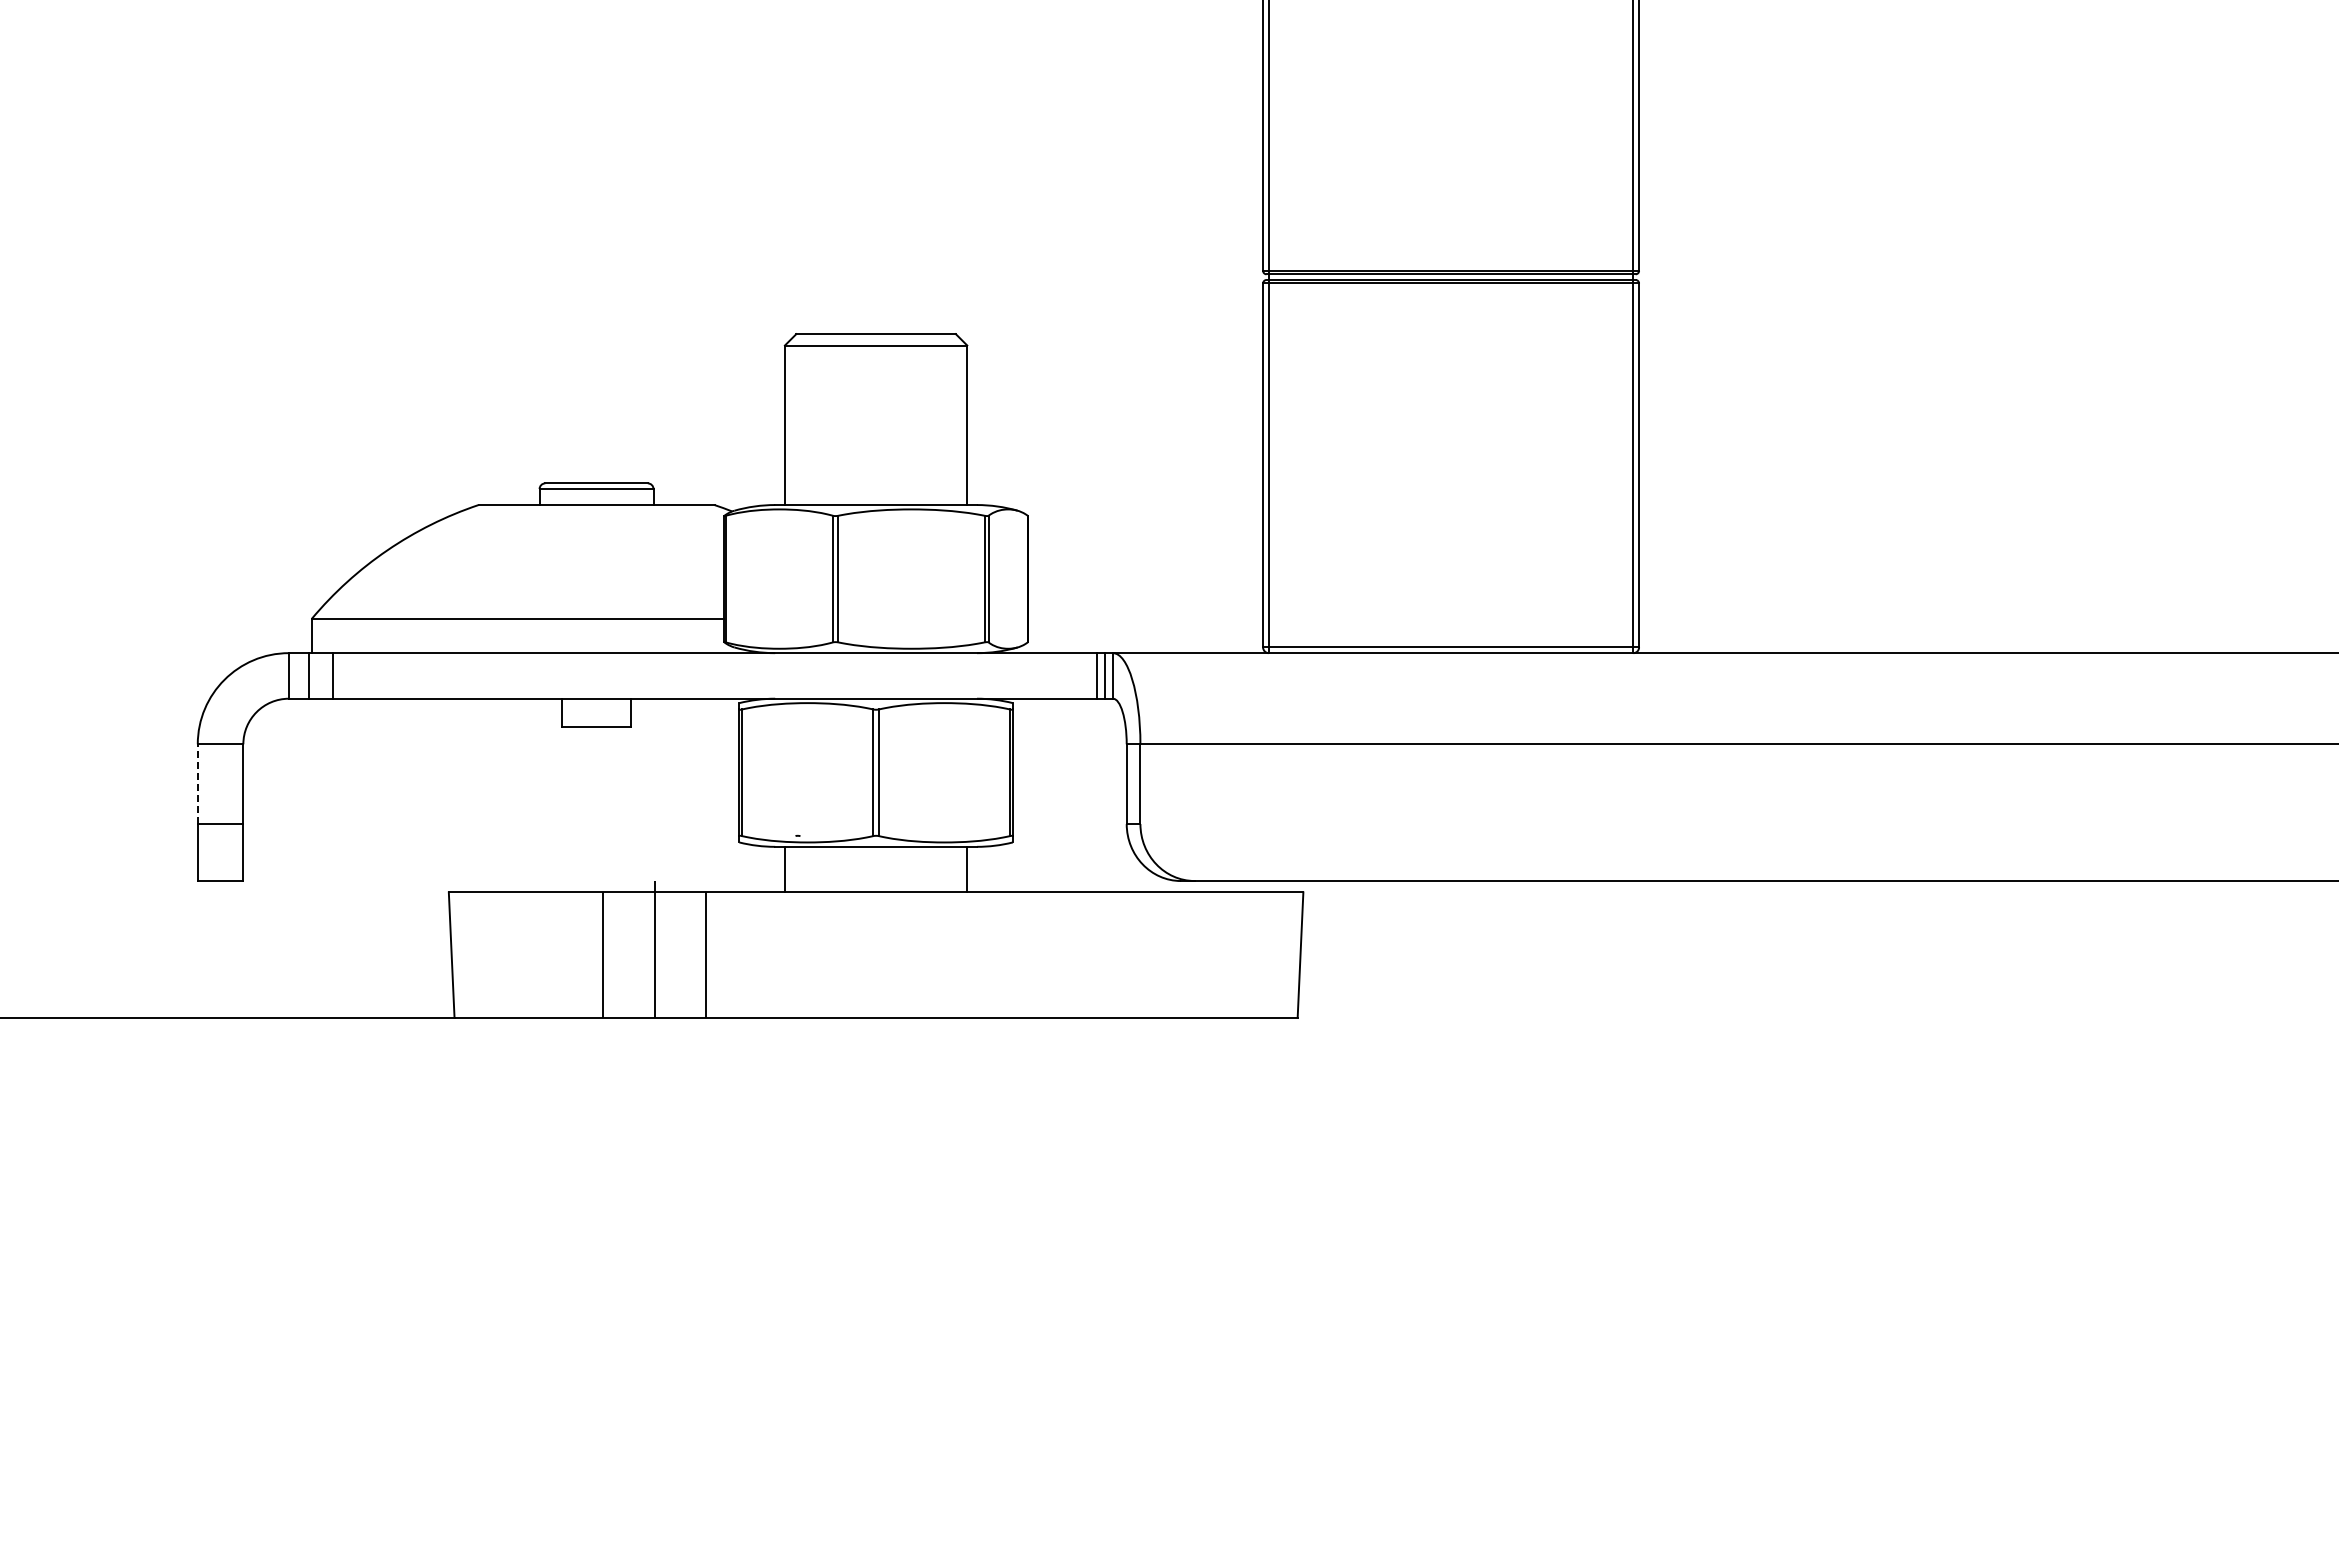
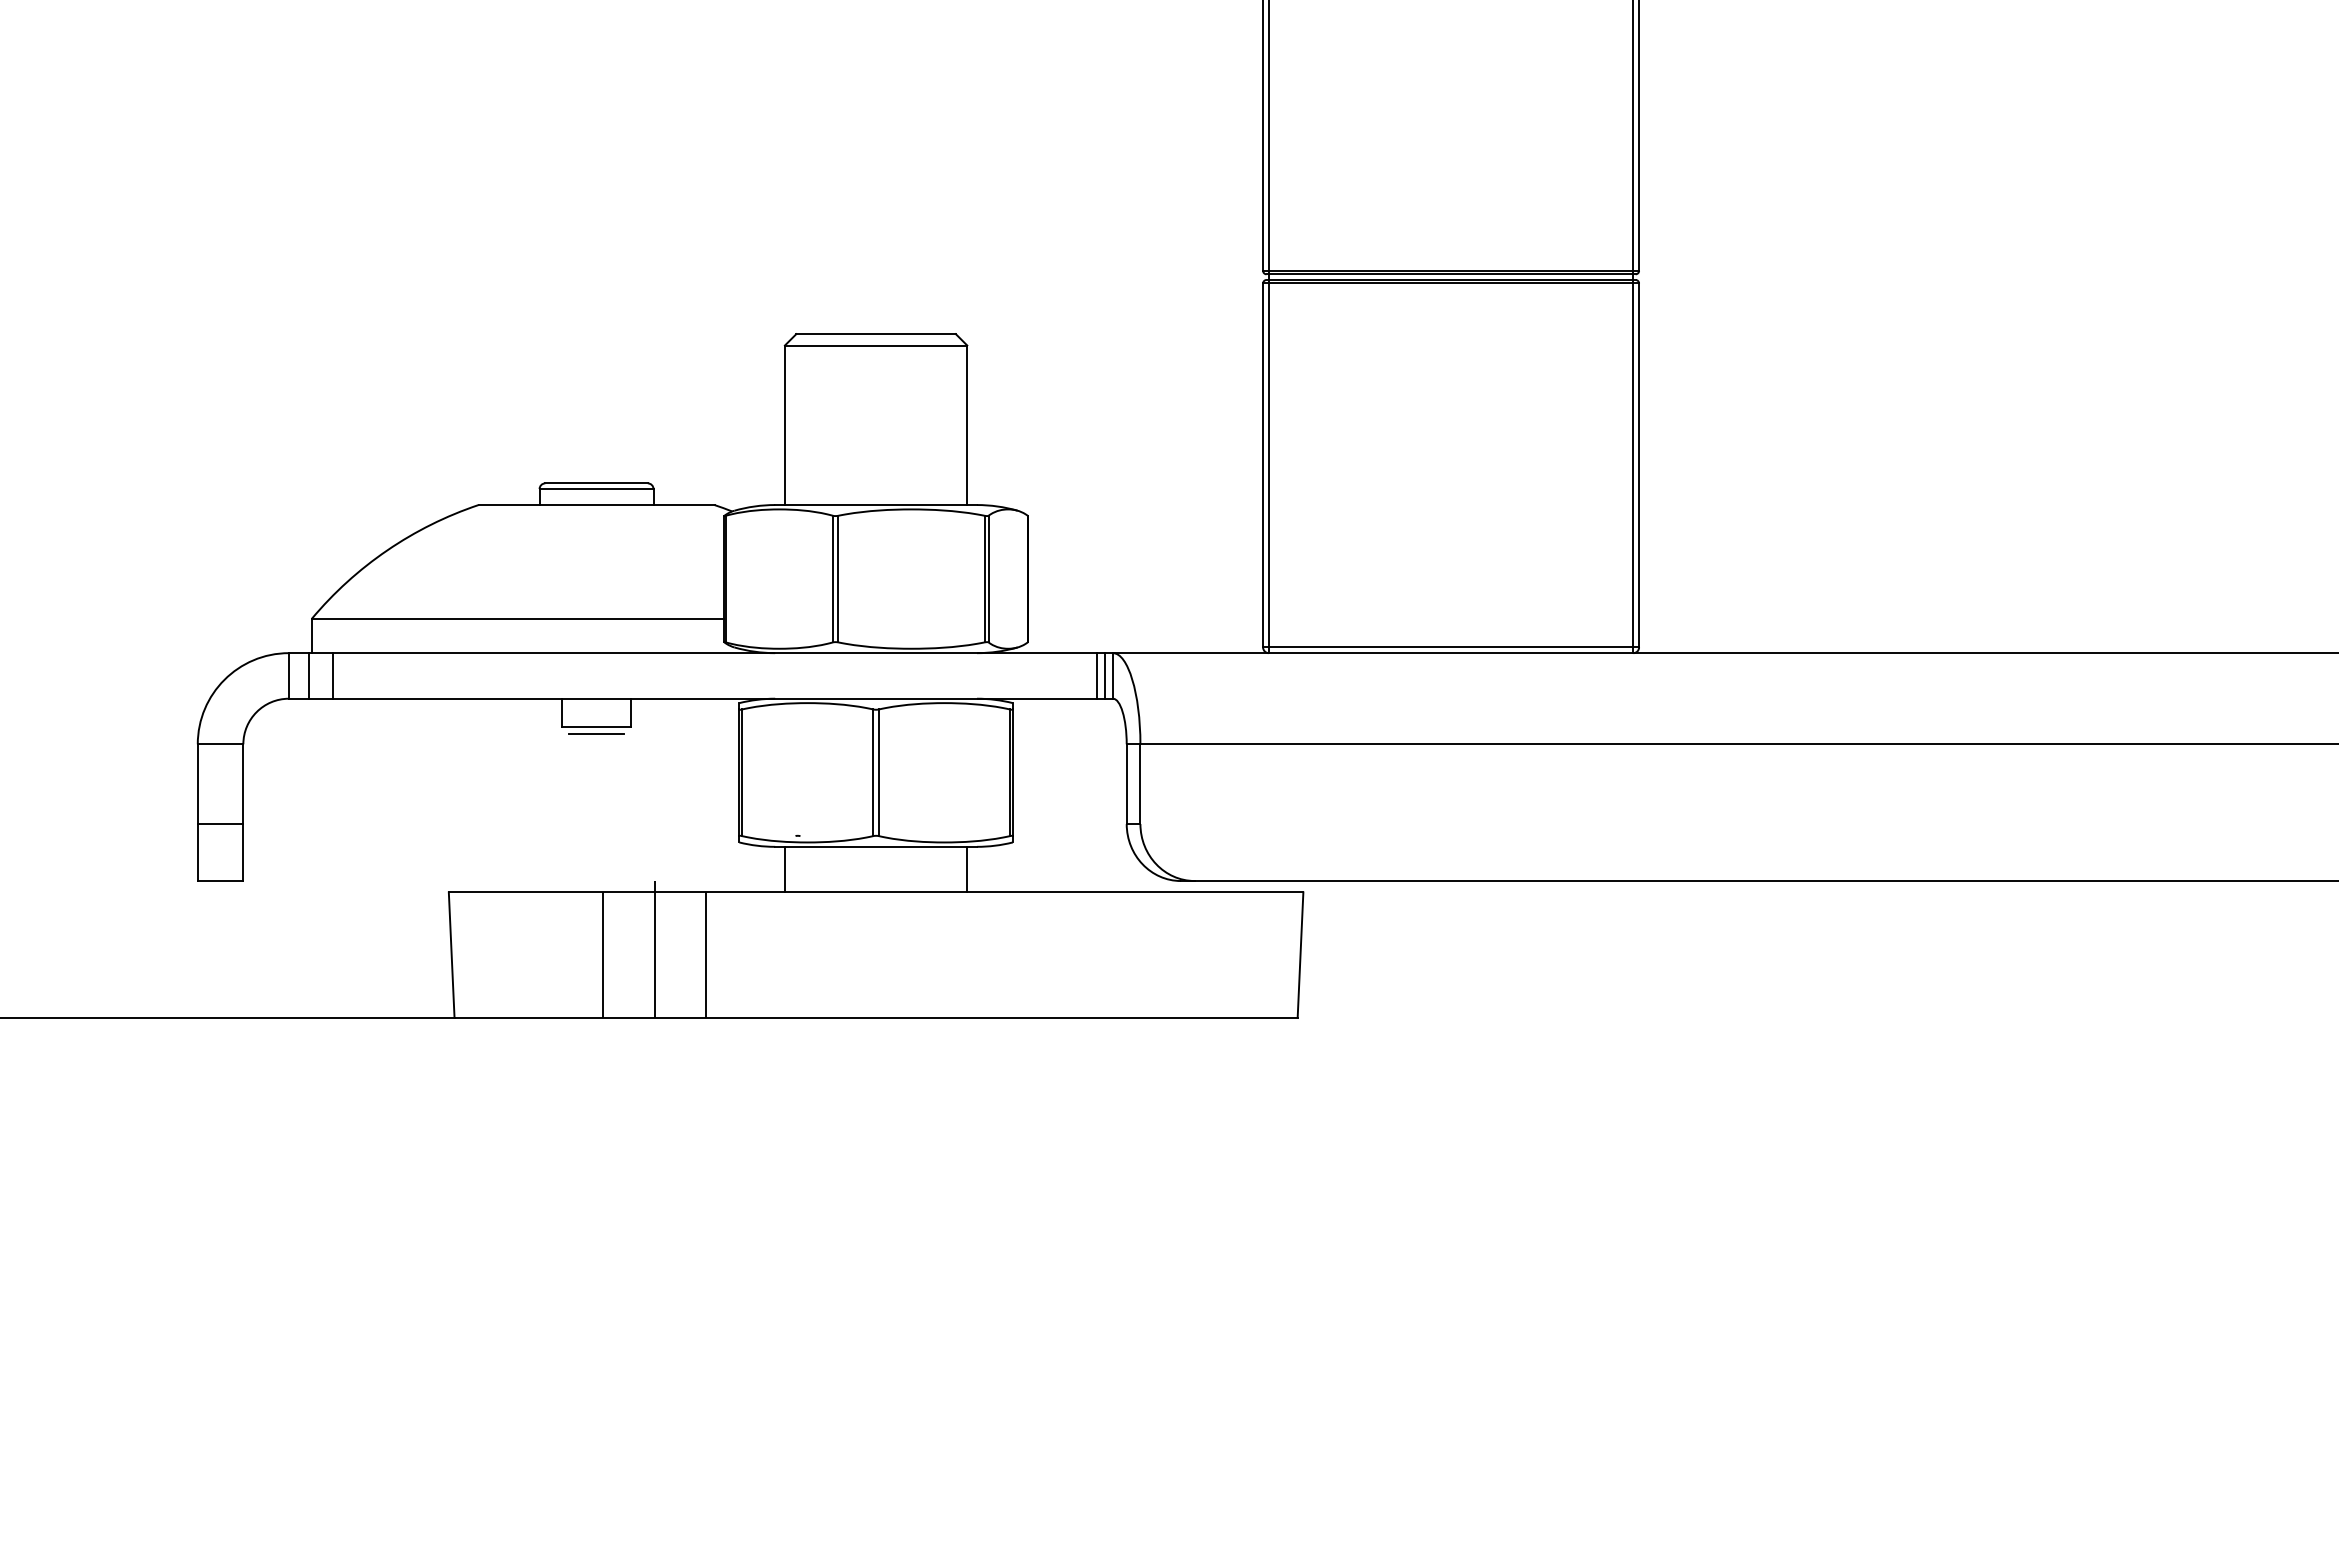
line at (596, 734): none -> present
line at (197, 784): dashed -> solid
